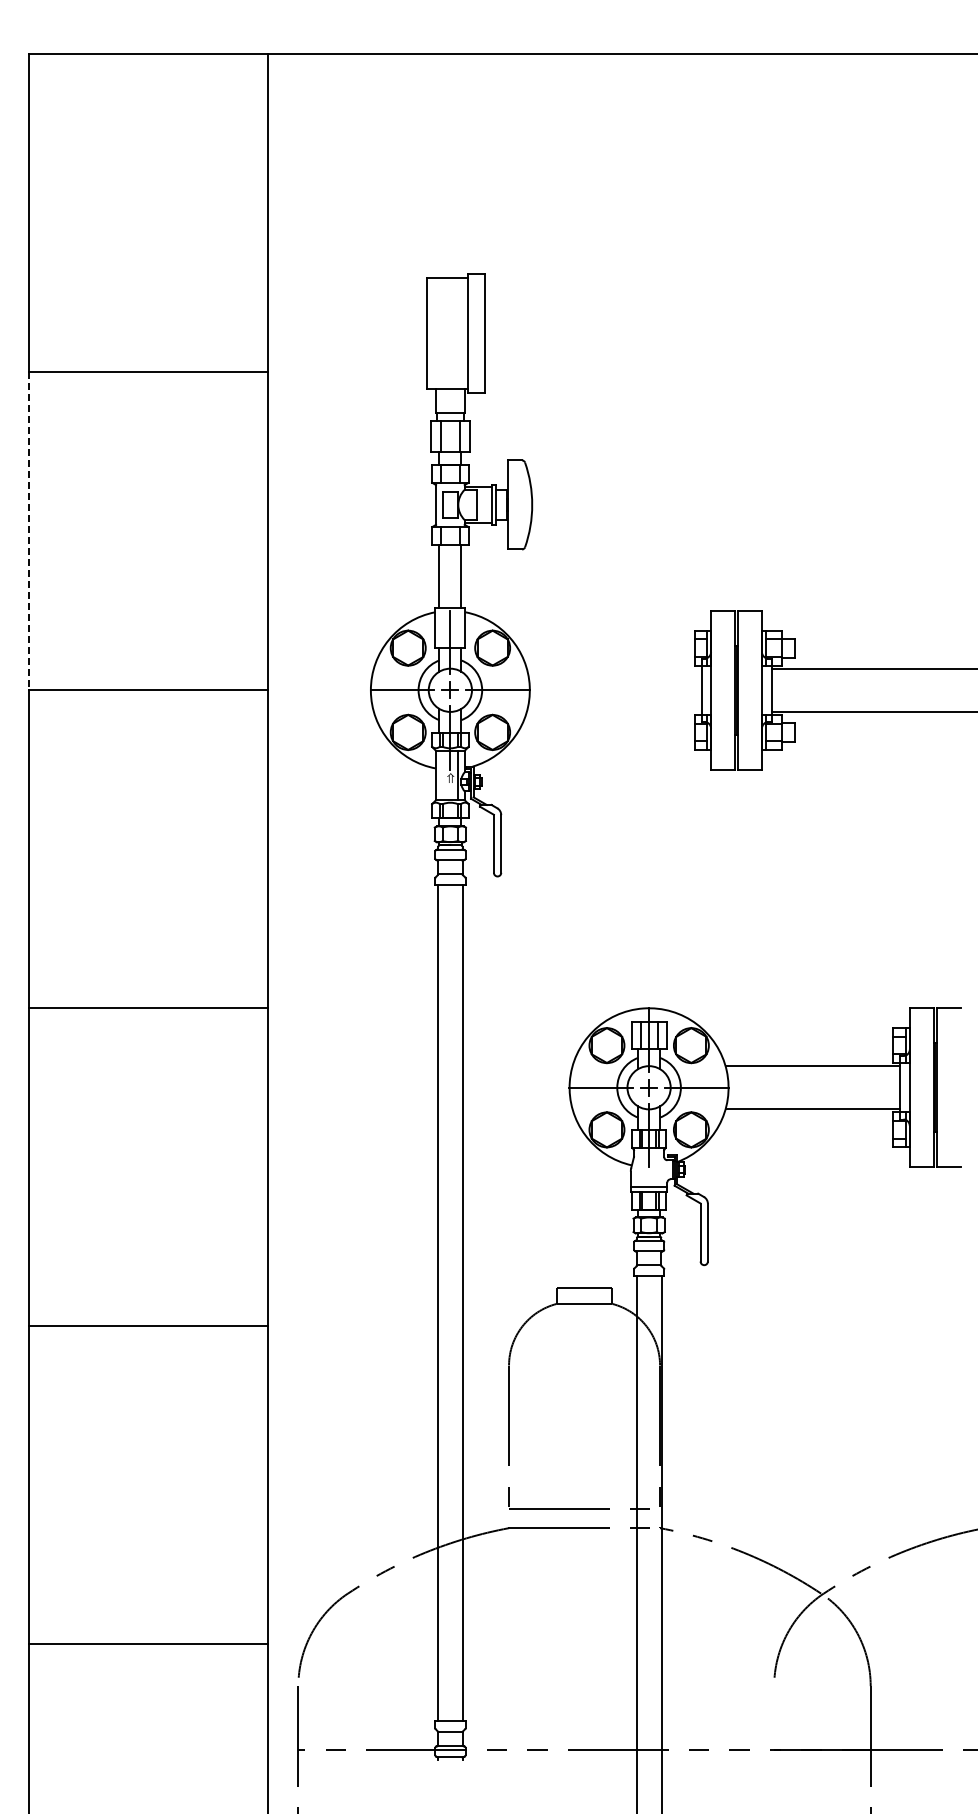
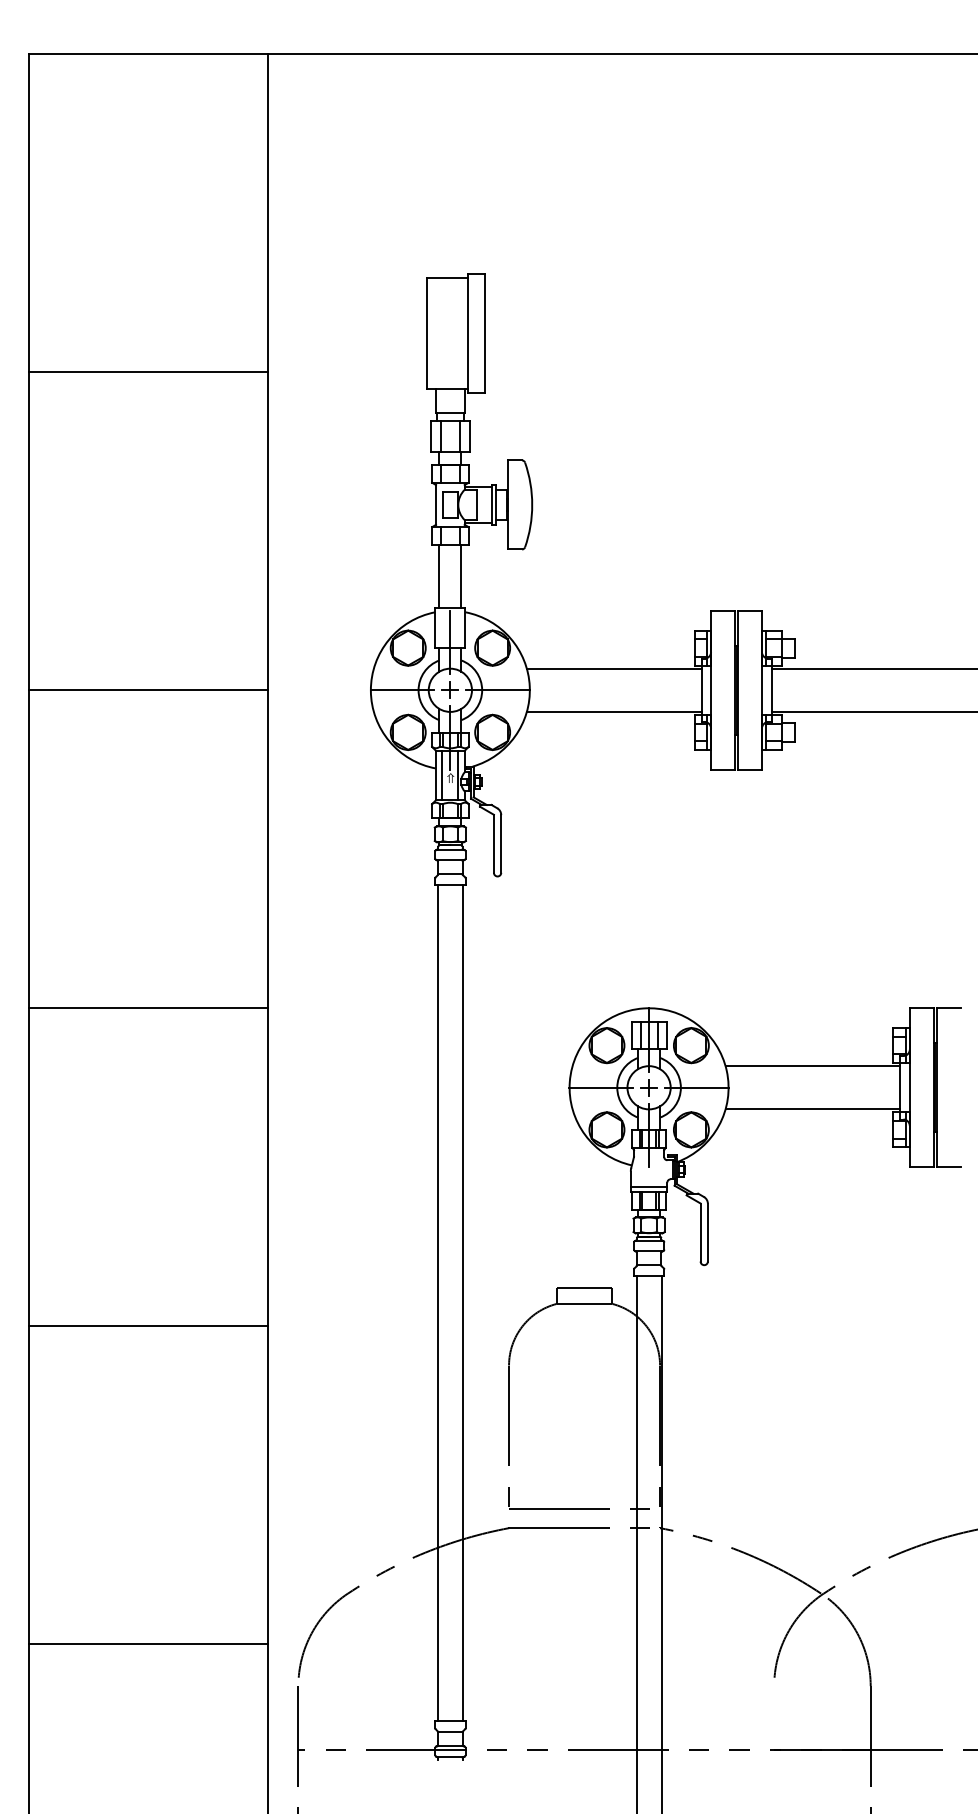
line at (29, 531): dashed -> solid
line at (614, 668): none -> present
line at (614, 711): none -> present
line at (442, 775): none -> present
